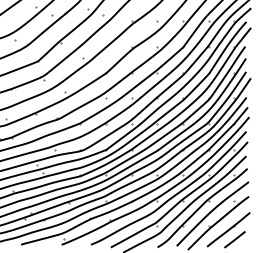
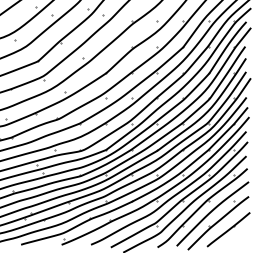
line at (234, 239): present -> none
